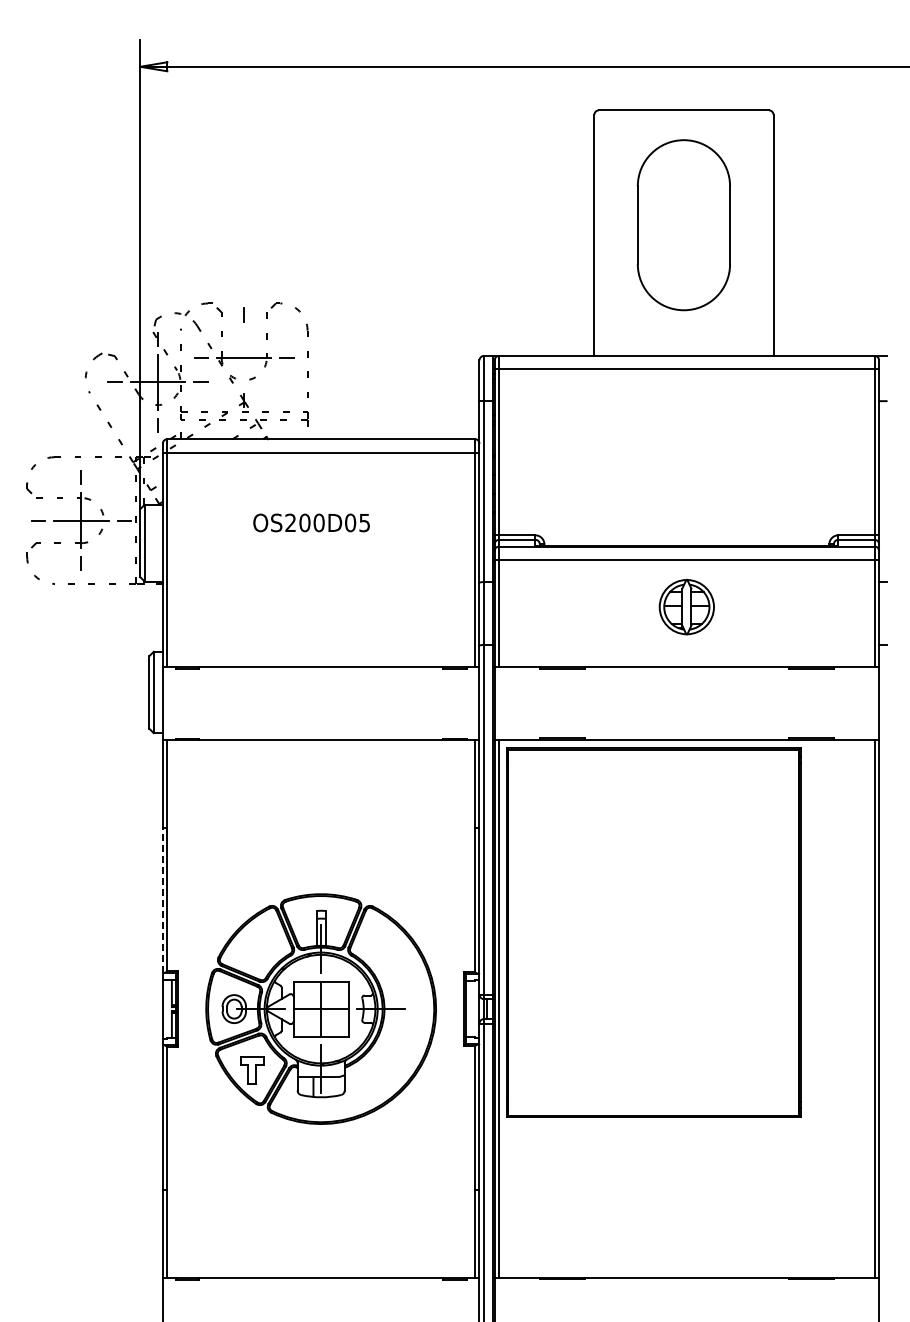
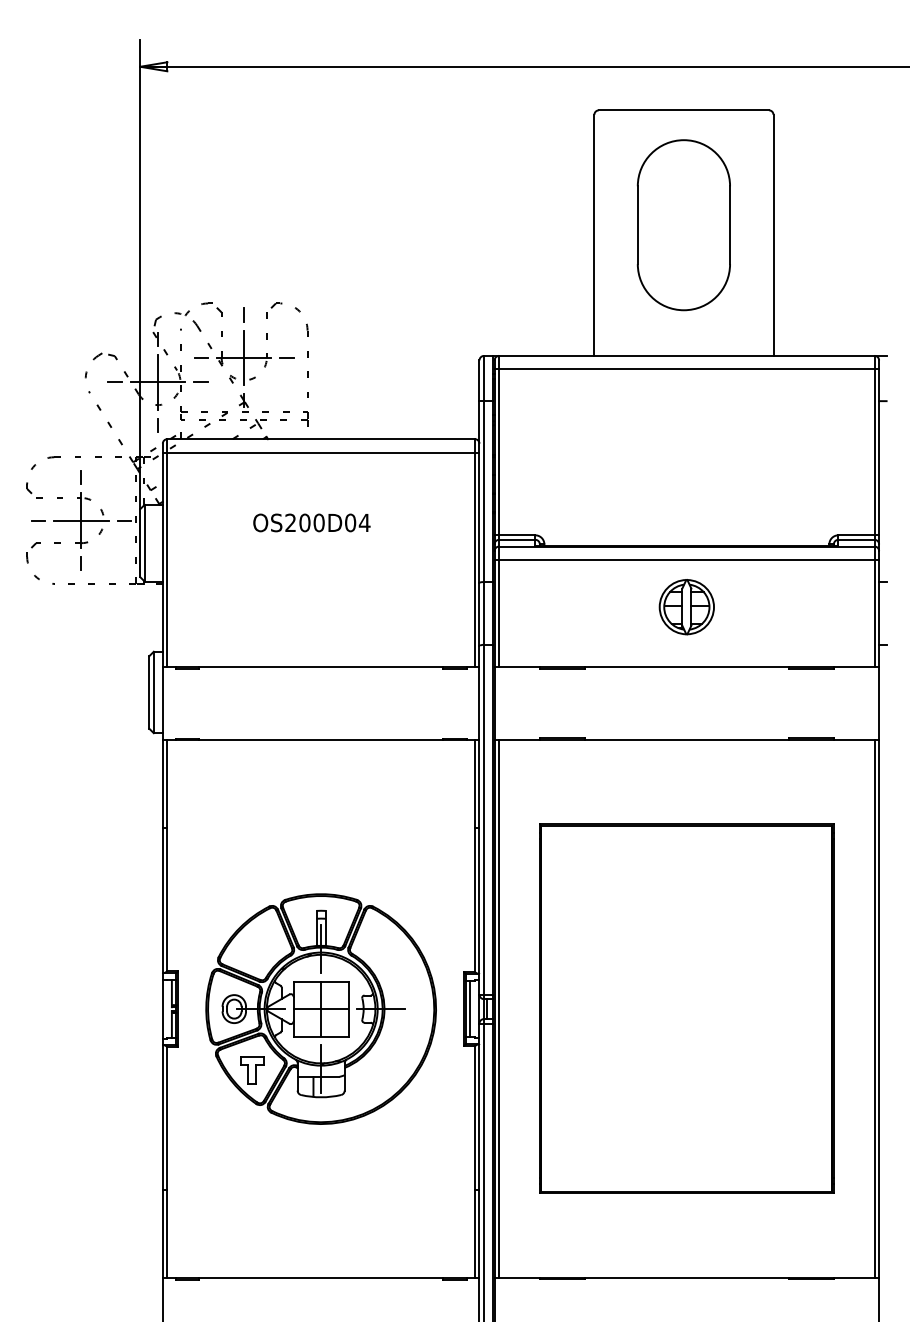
line at (244, 357): none -> present
text at (364, 523): OS200D05 -> OS200D04
line at (162, 900): dashed -> solid
part at (653, 932) position: (653, 932) -> (686, 1008)
line at (470, 1008): none -> present
